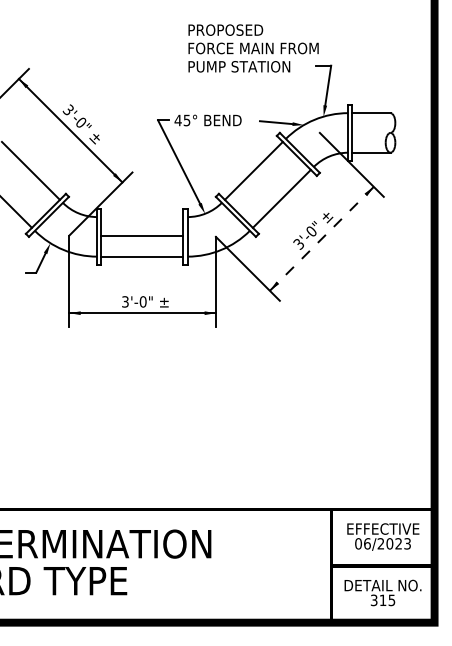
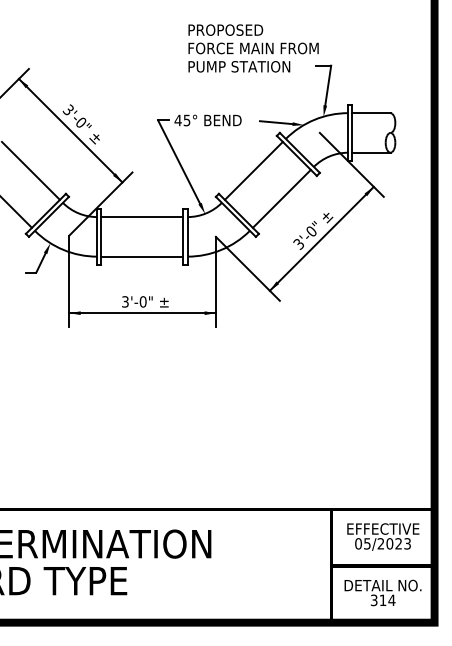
line at (142, 236) position: (142, 236) -> (142, 217)
line at (322, 238): dashed -> solid
text at (367, 543): 06/2023 -> 05/2023
text at (391, 600): 315 -> 314
